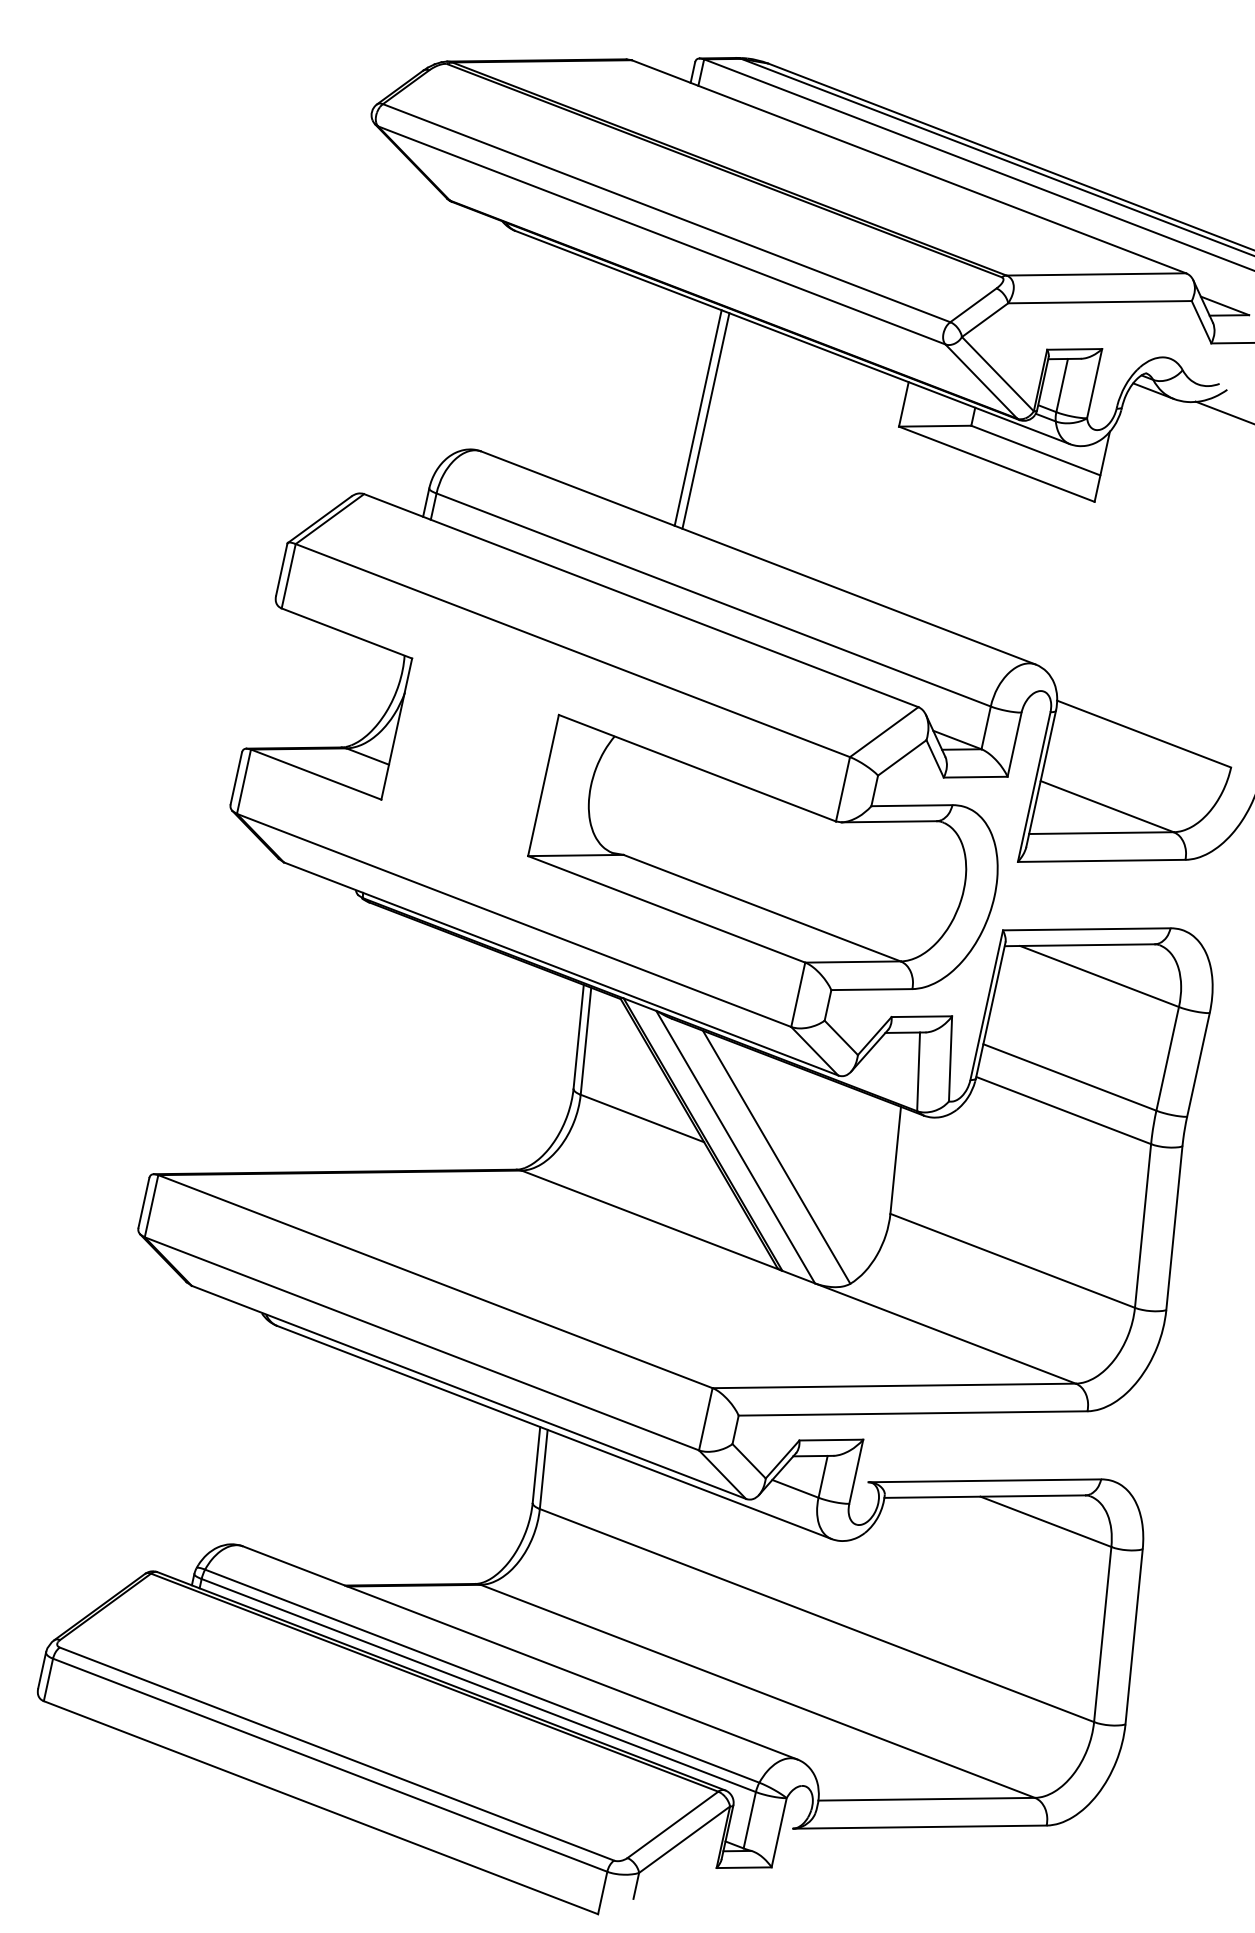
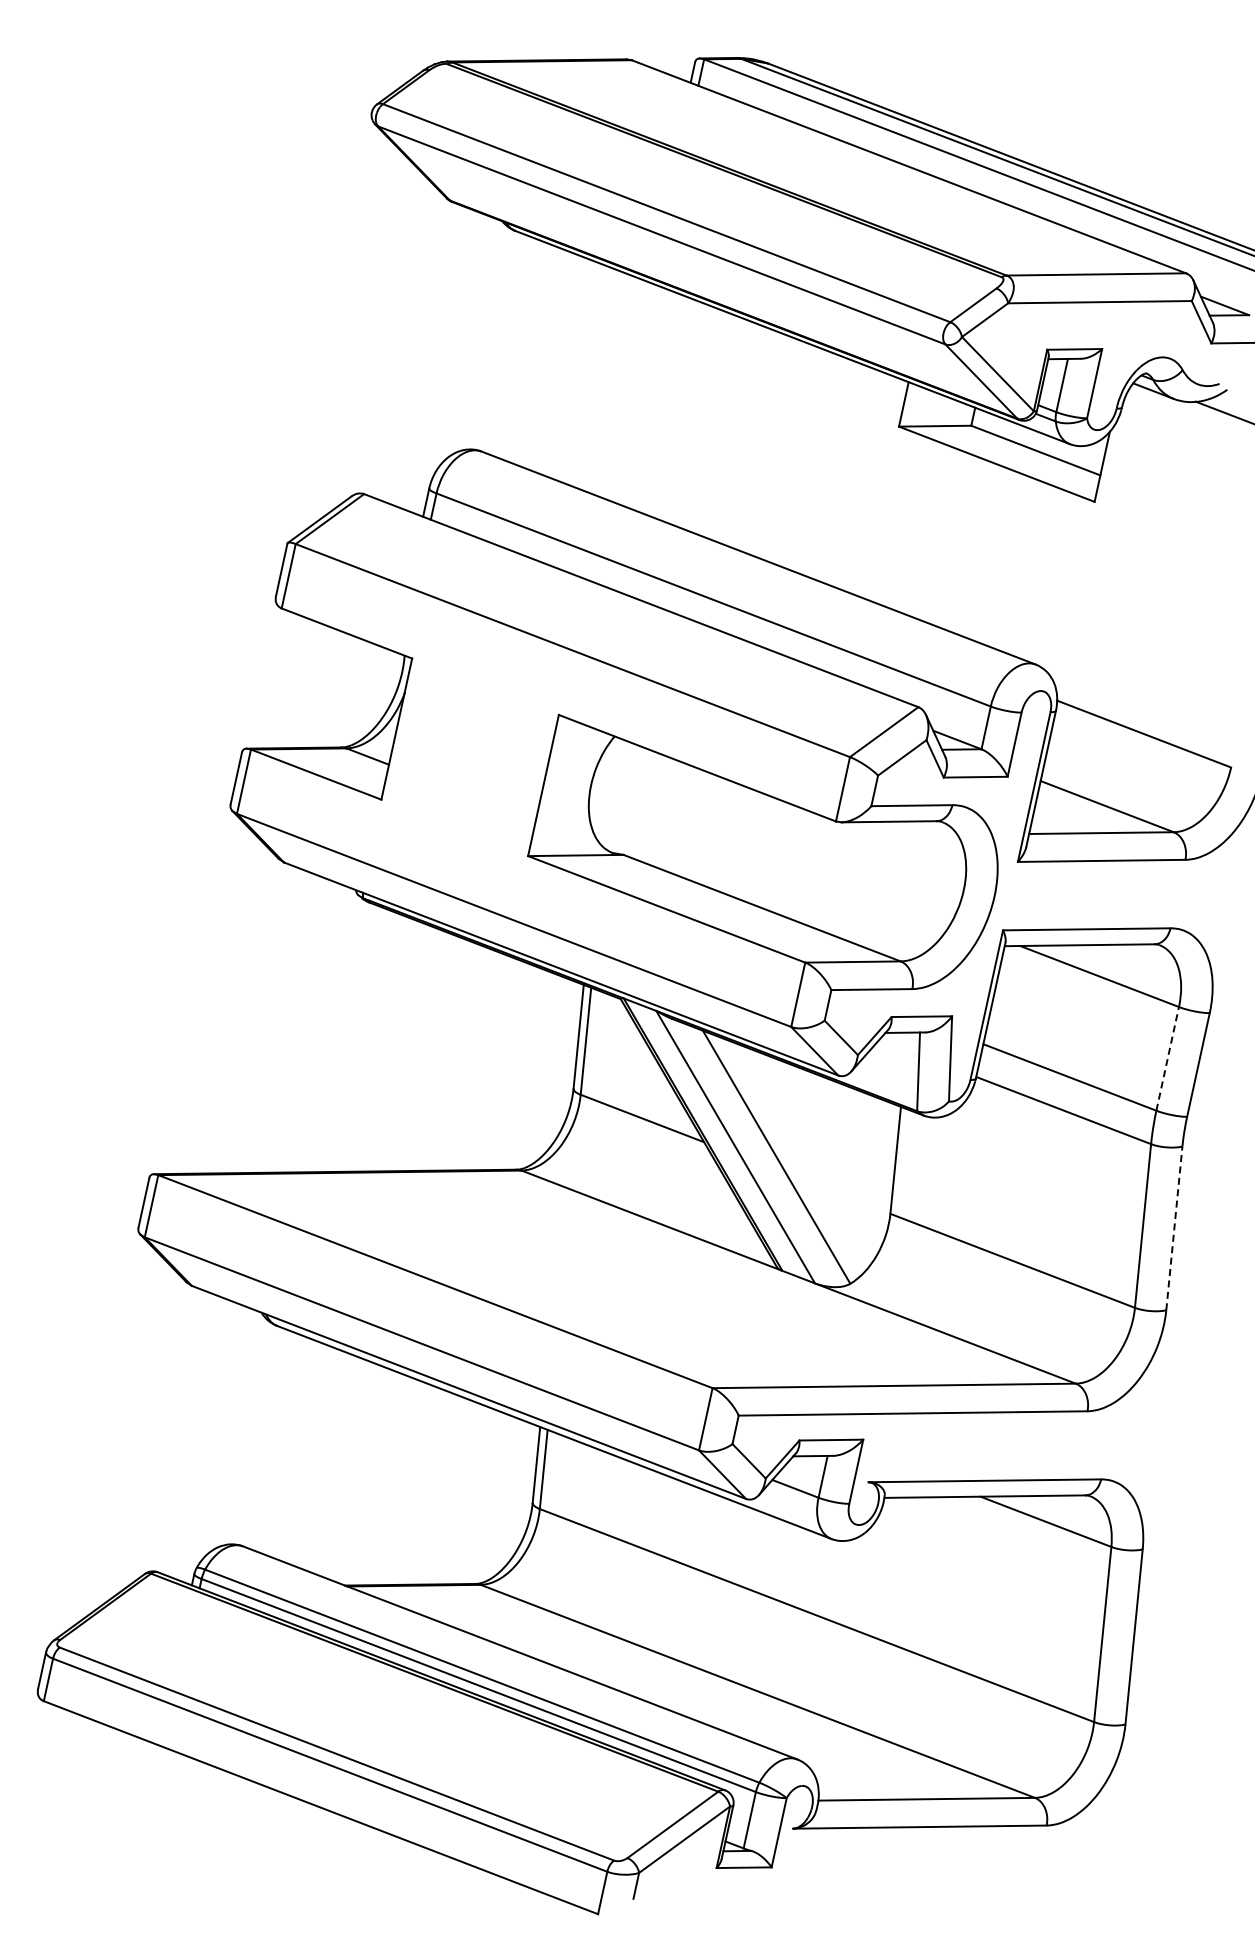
line at (697, 417): present -> none
line at (705, 420): present -> none
line at (1167, 1058): solid -> dashed
line at (1174, 1227): solid -> dashed
